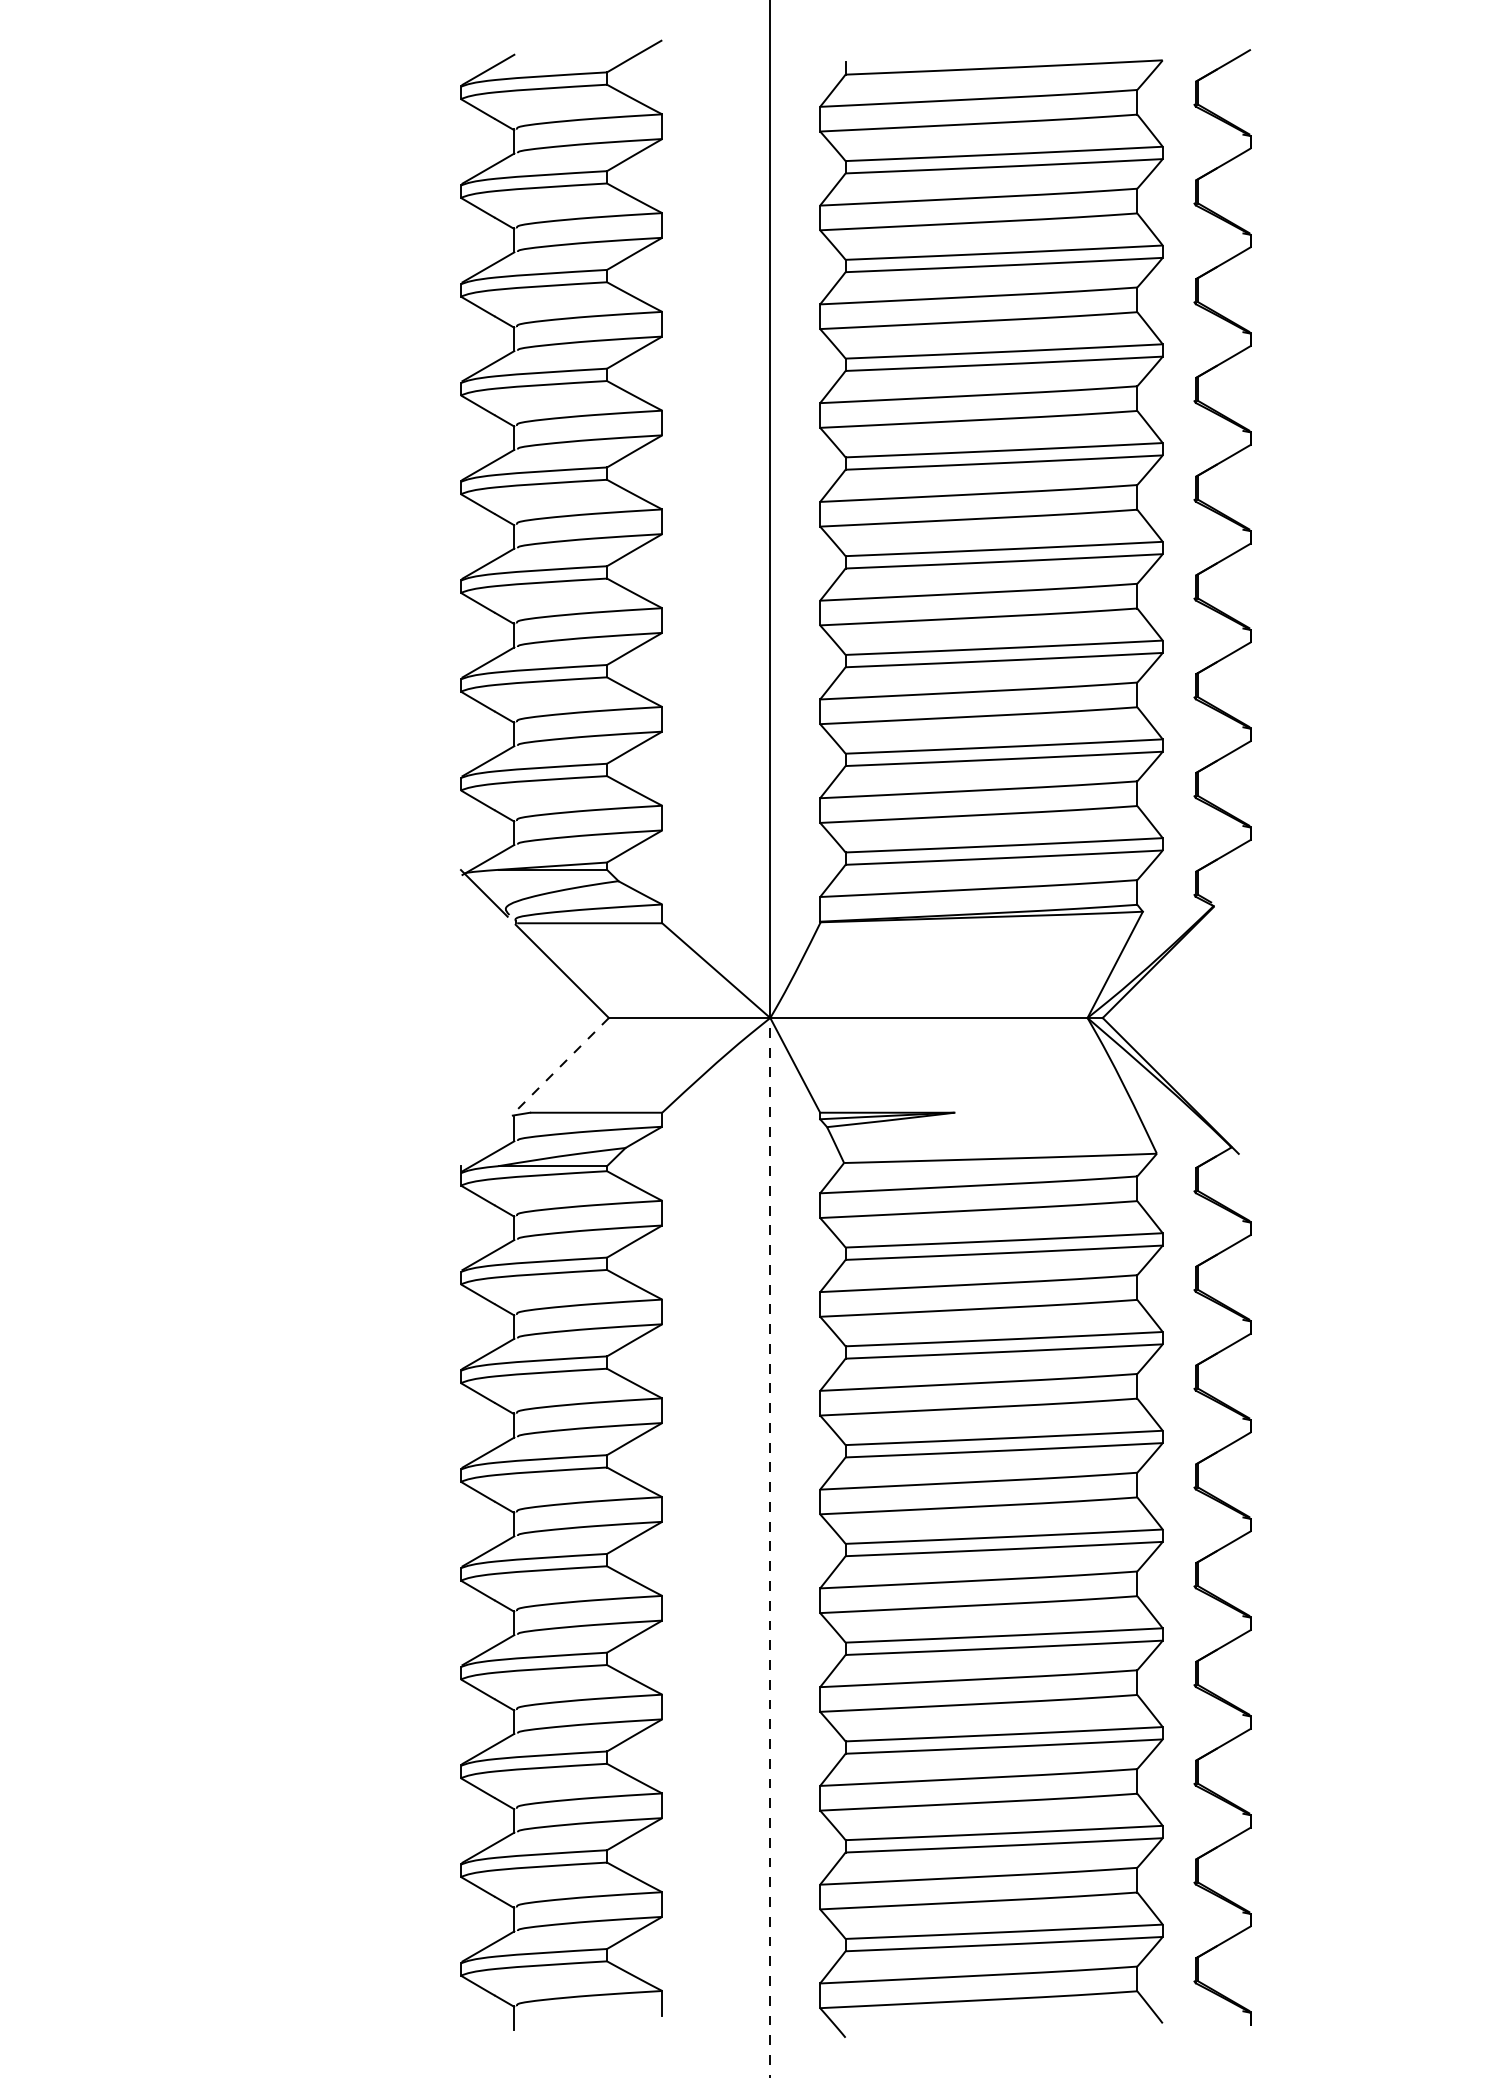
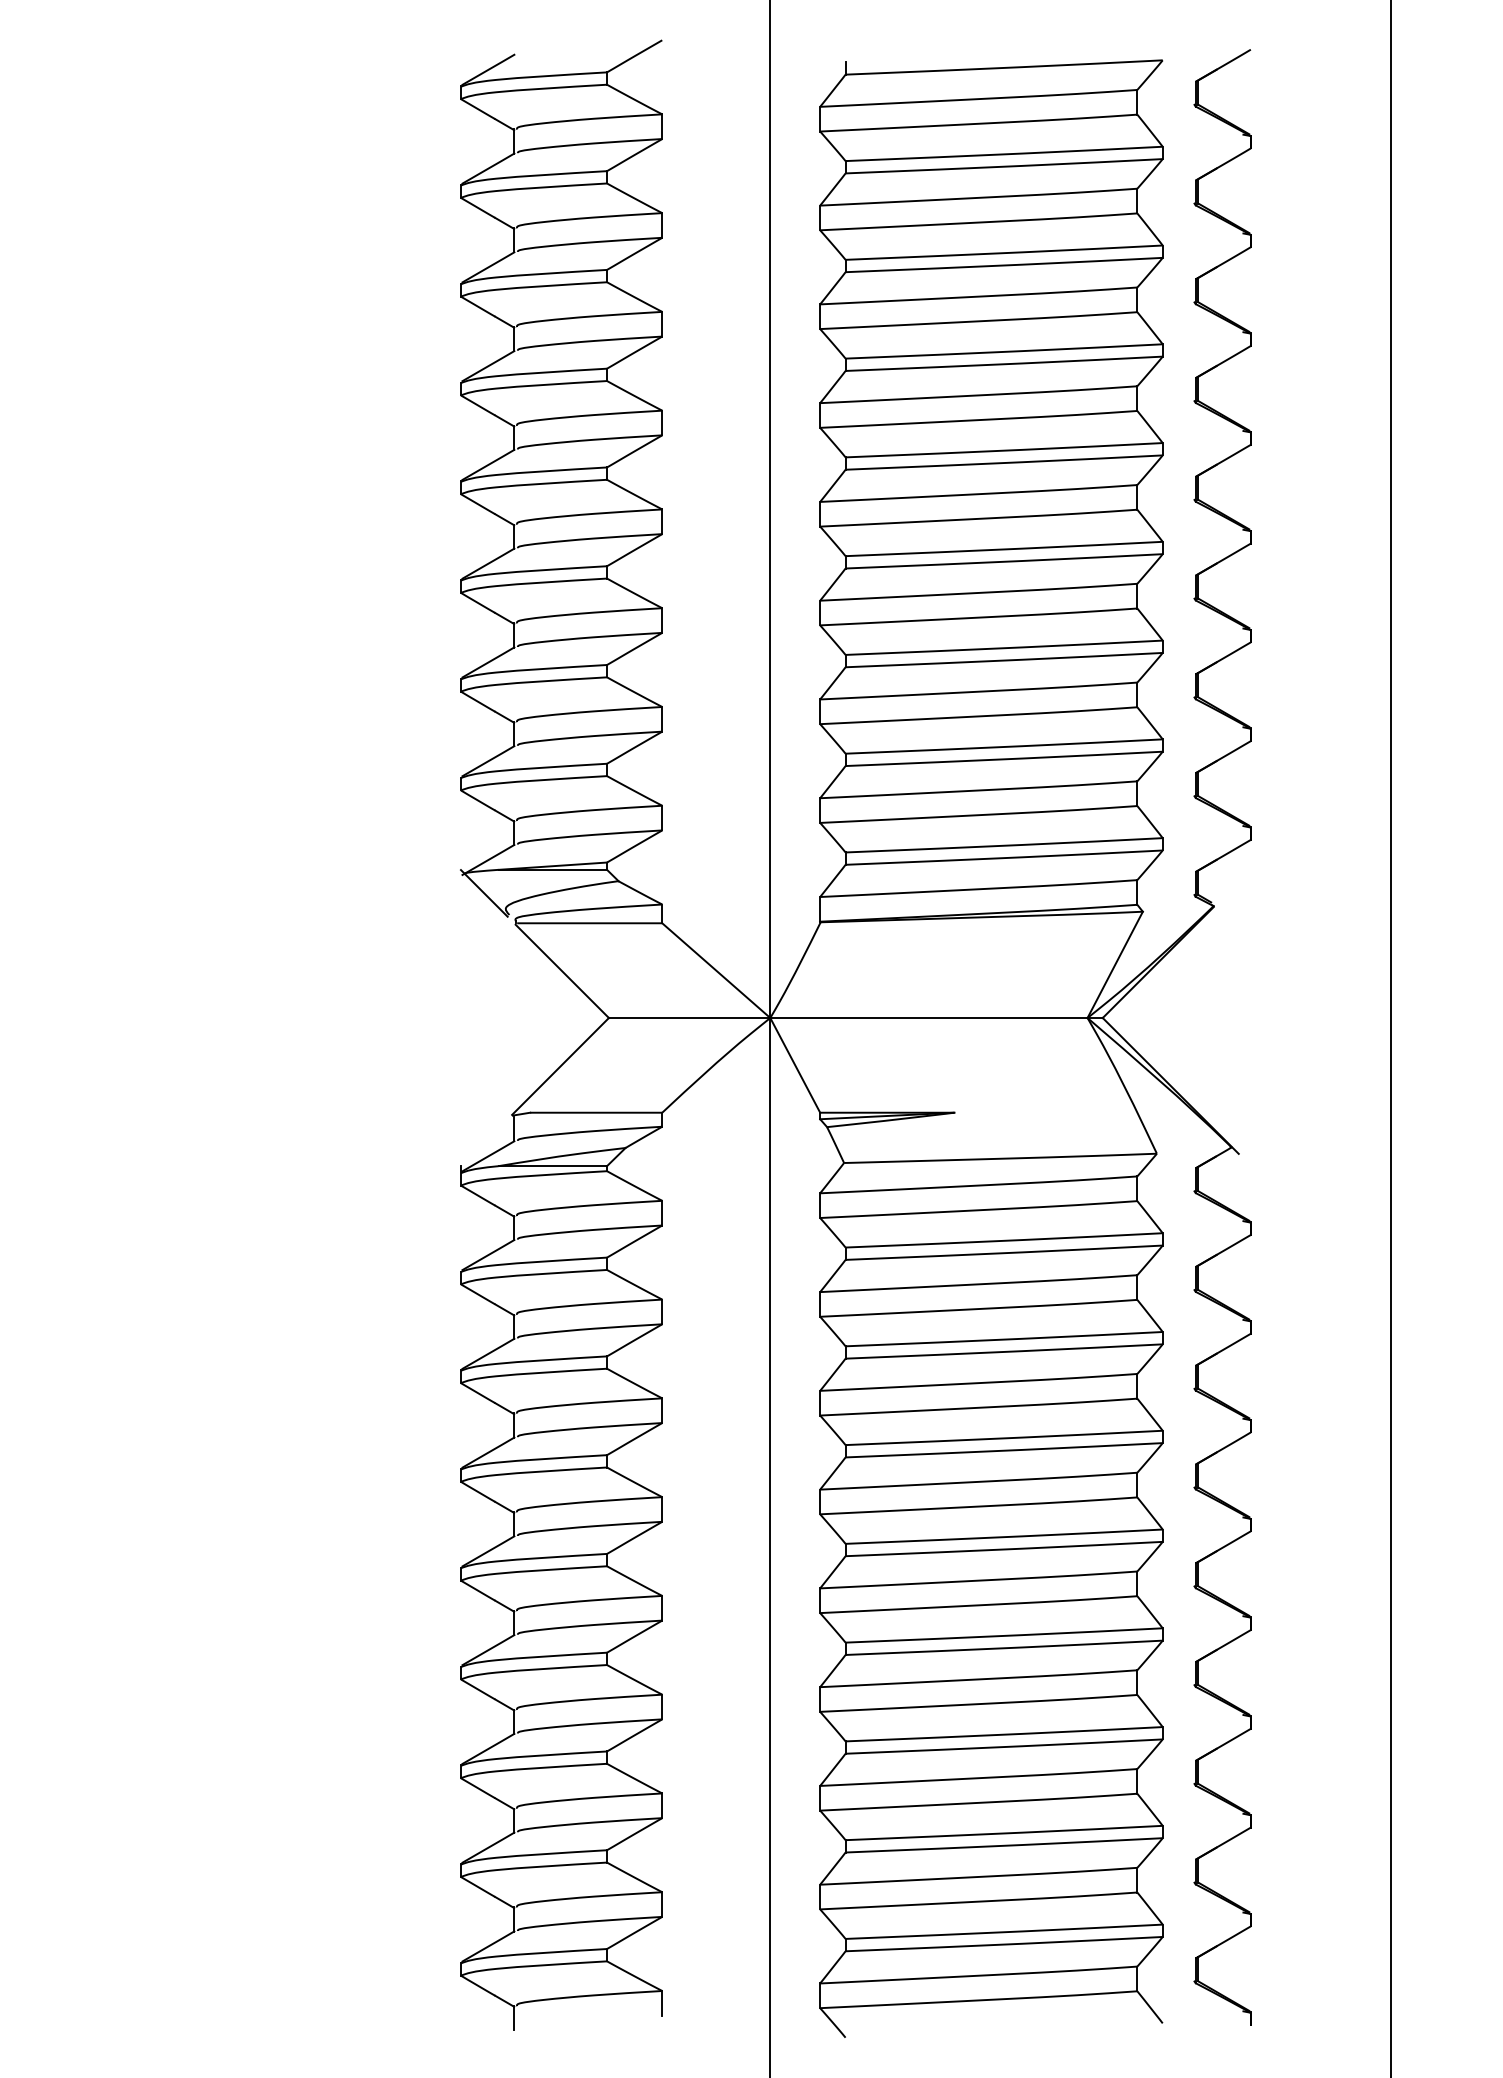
line at (1390, 1038): none -> present
line at (560, 1066): dashed -> solid
line at (770, 1547): dashed -> solid
